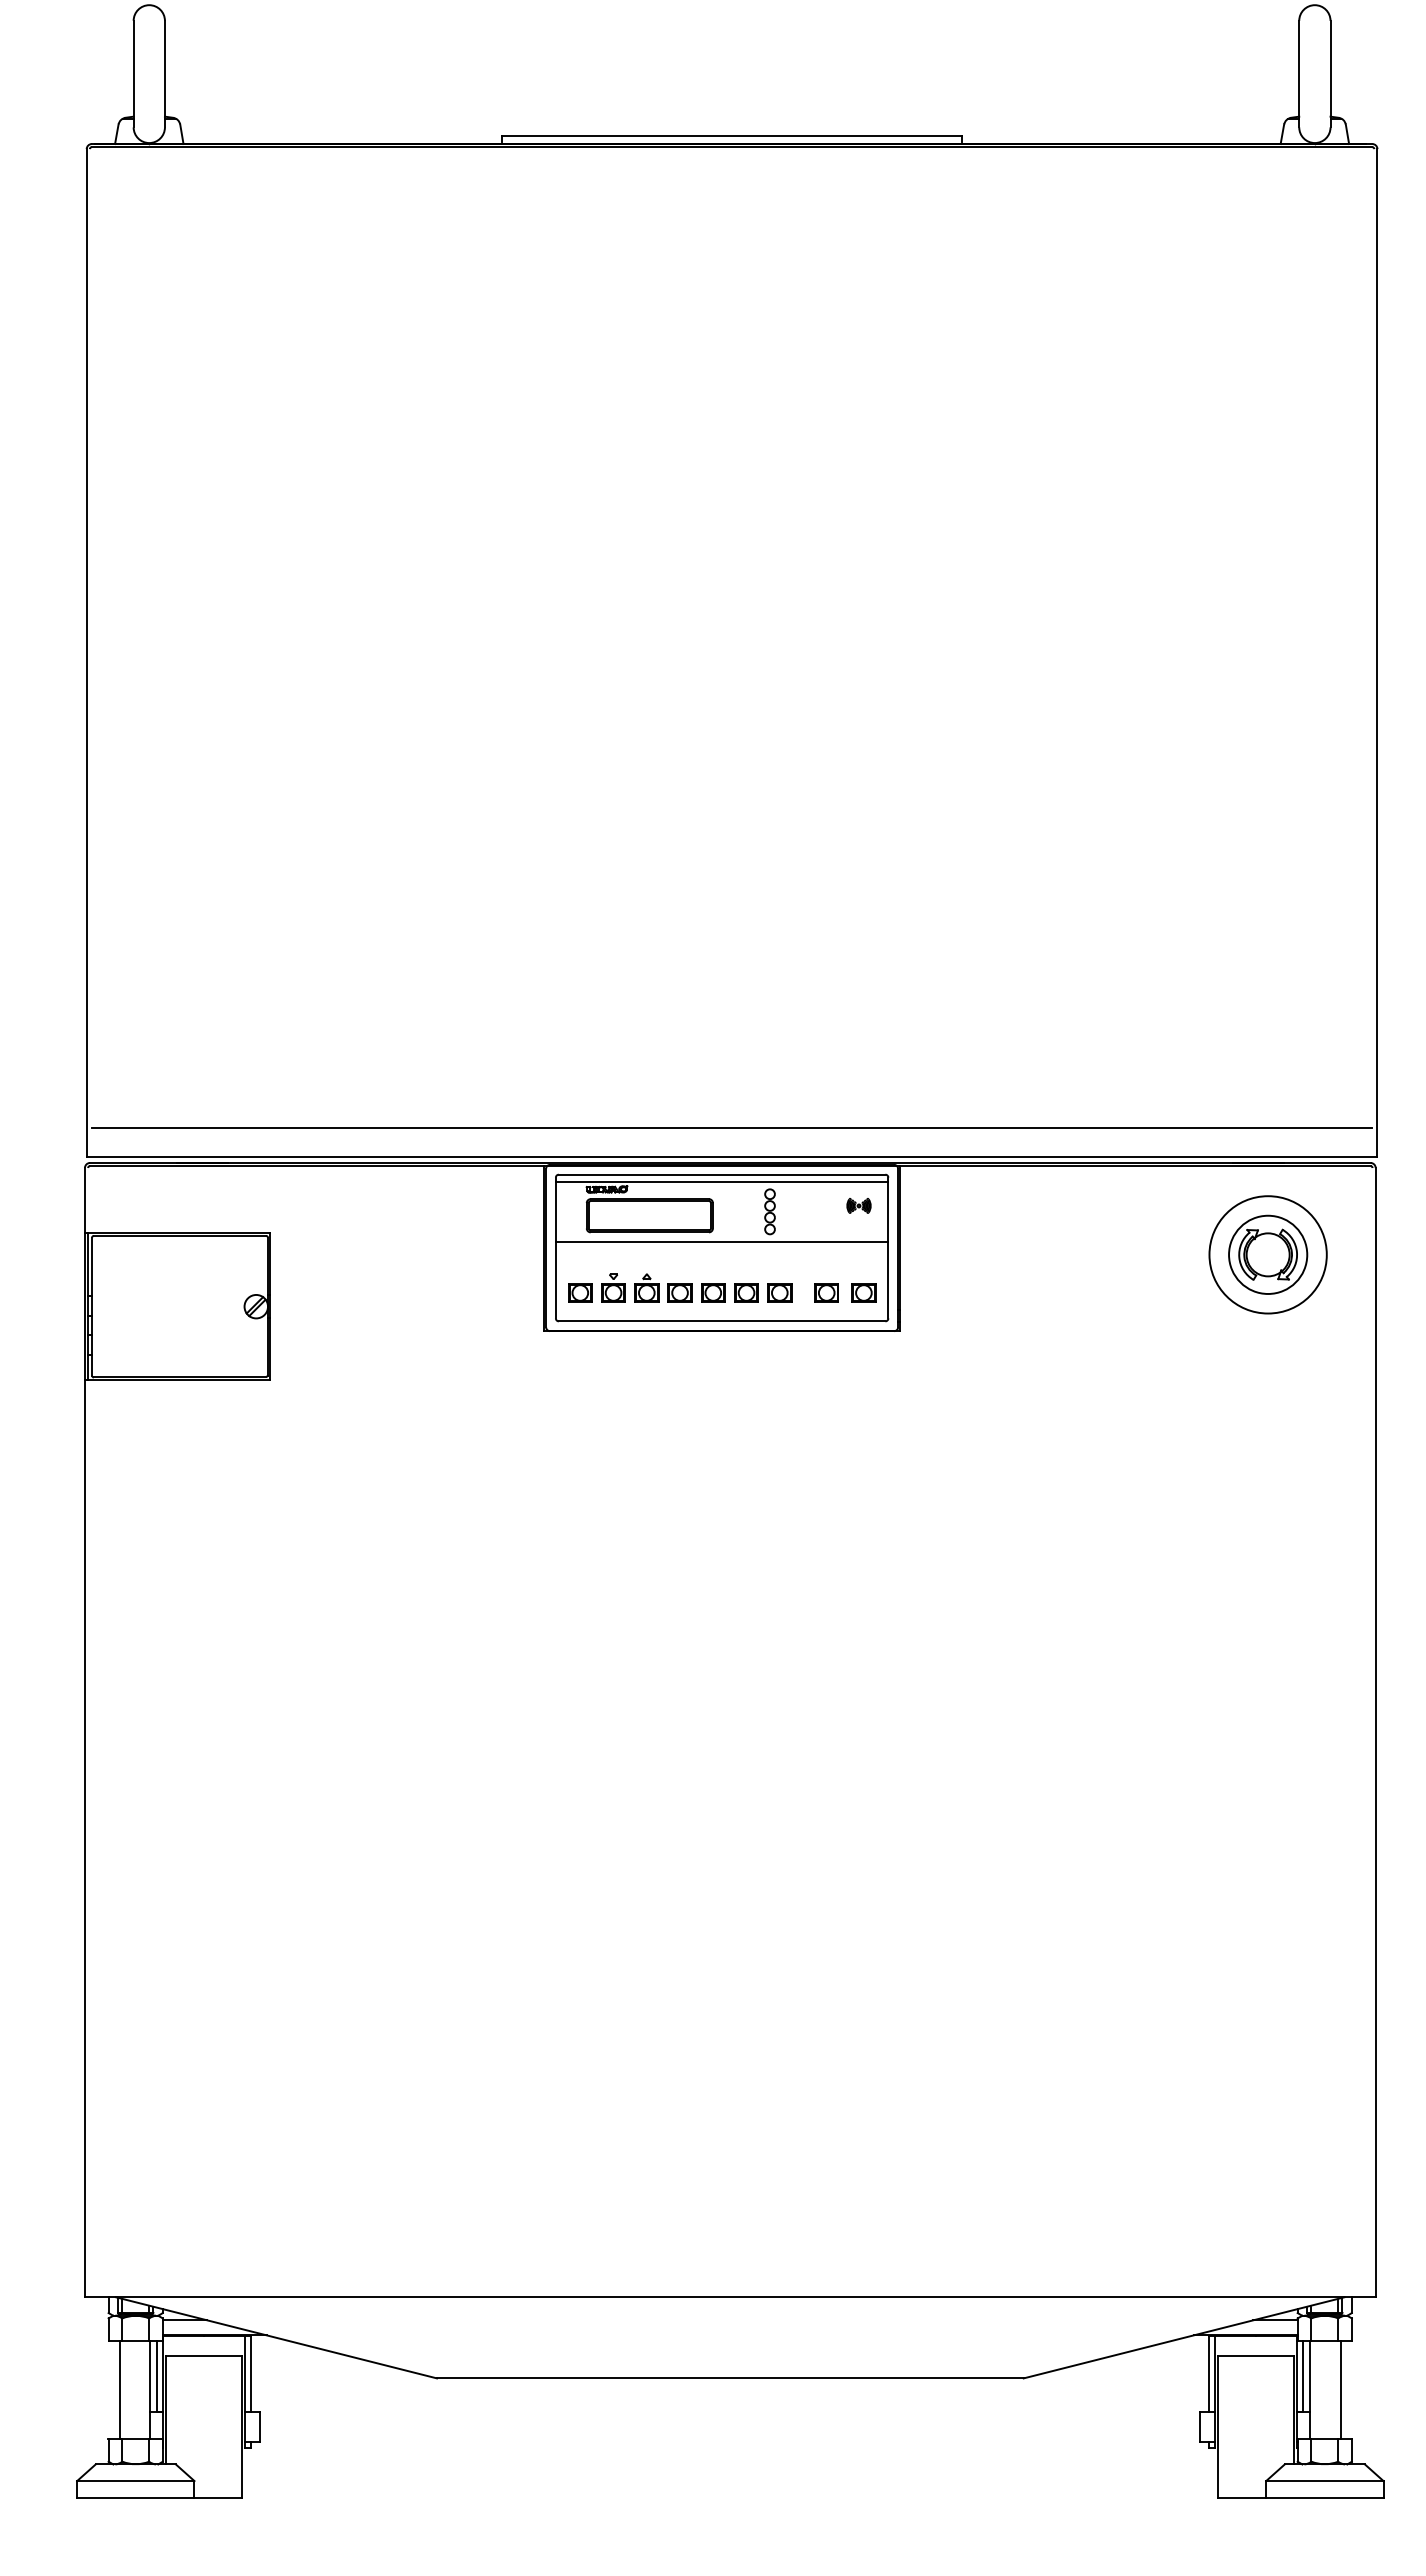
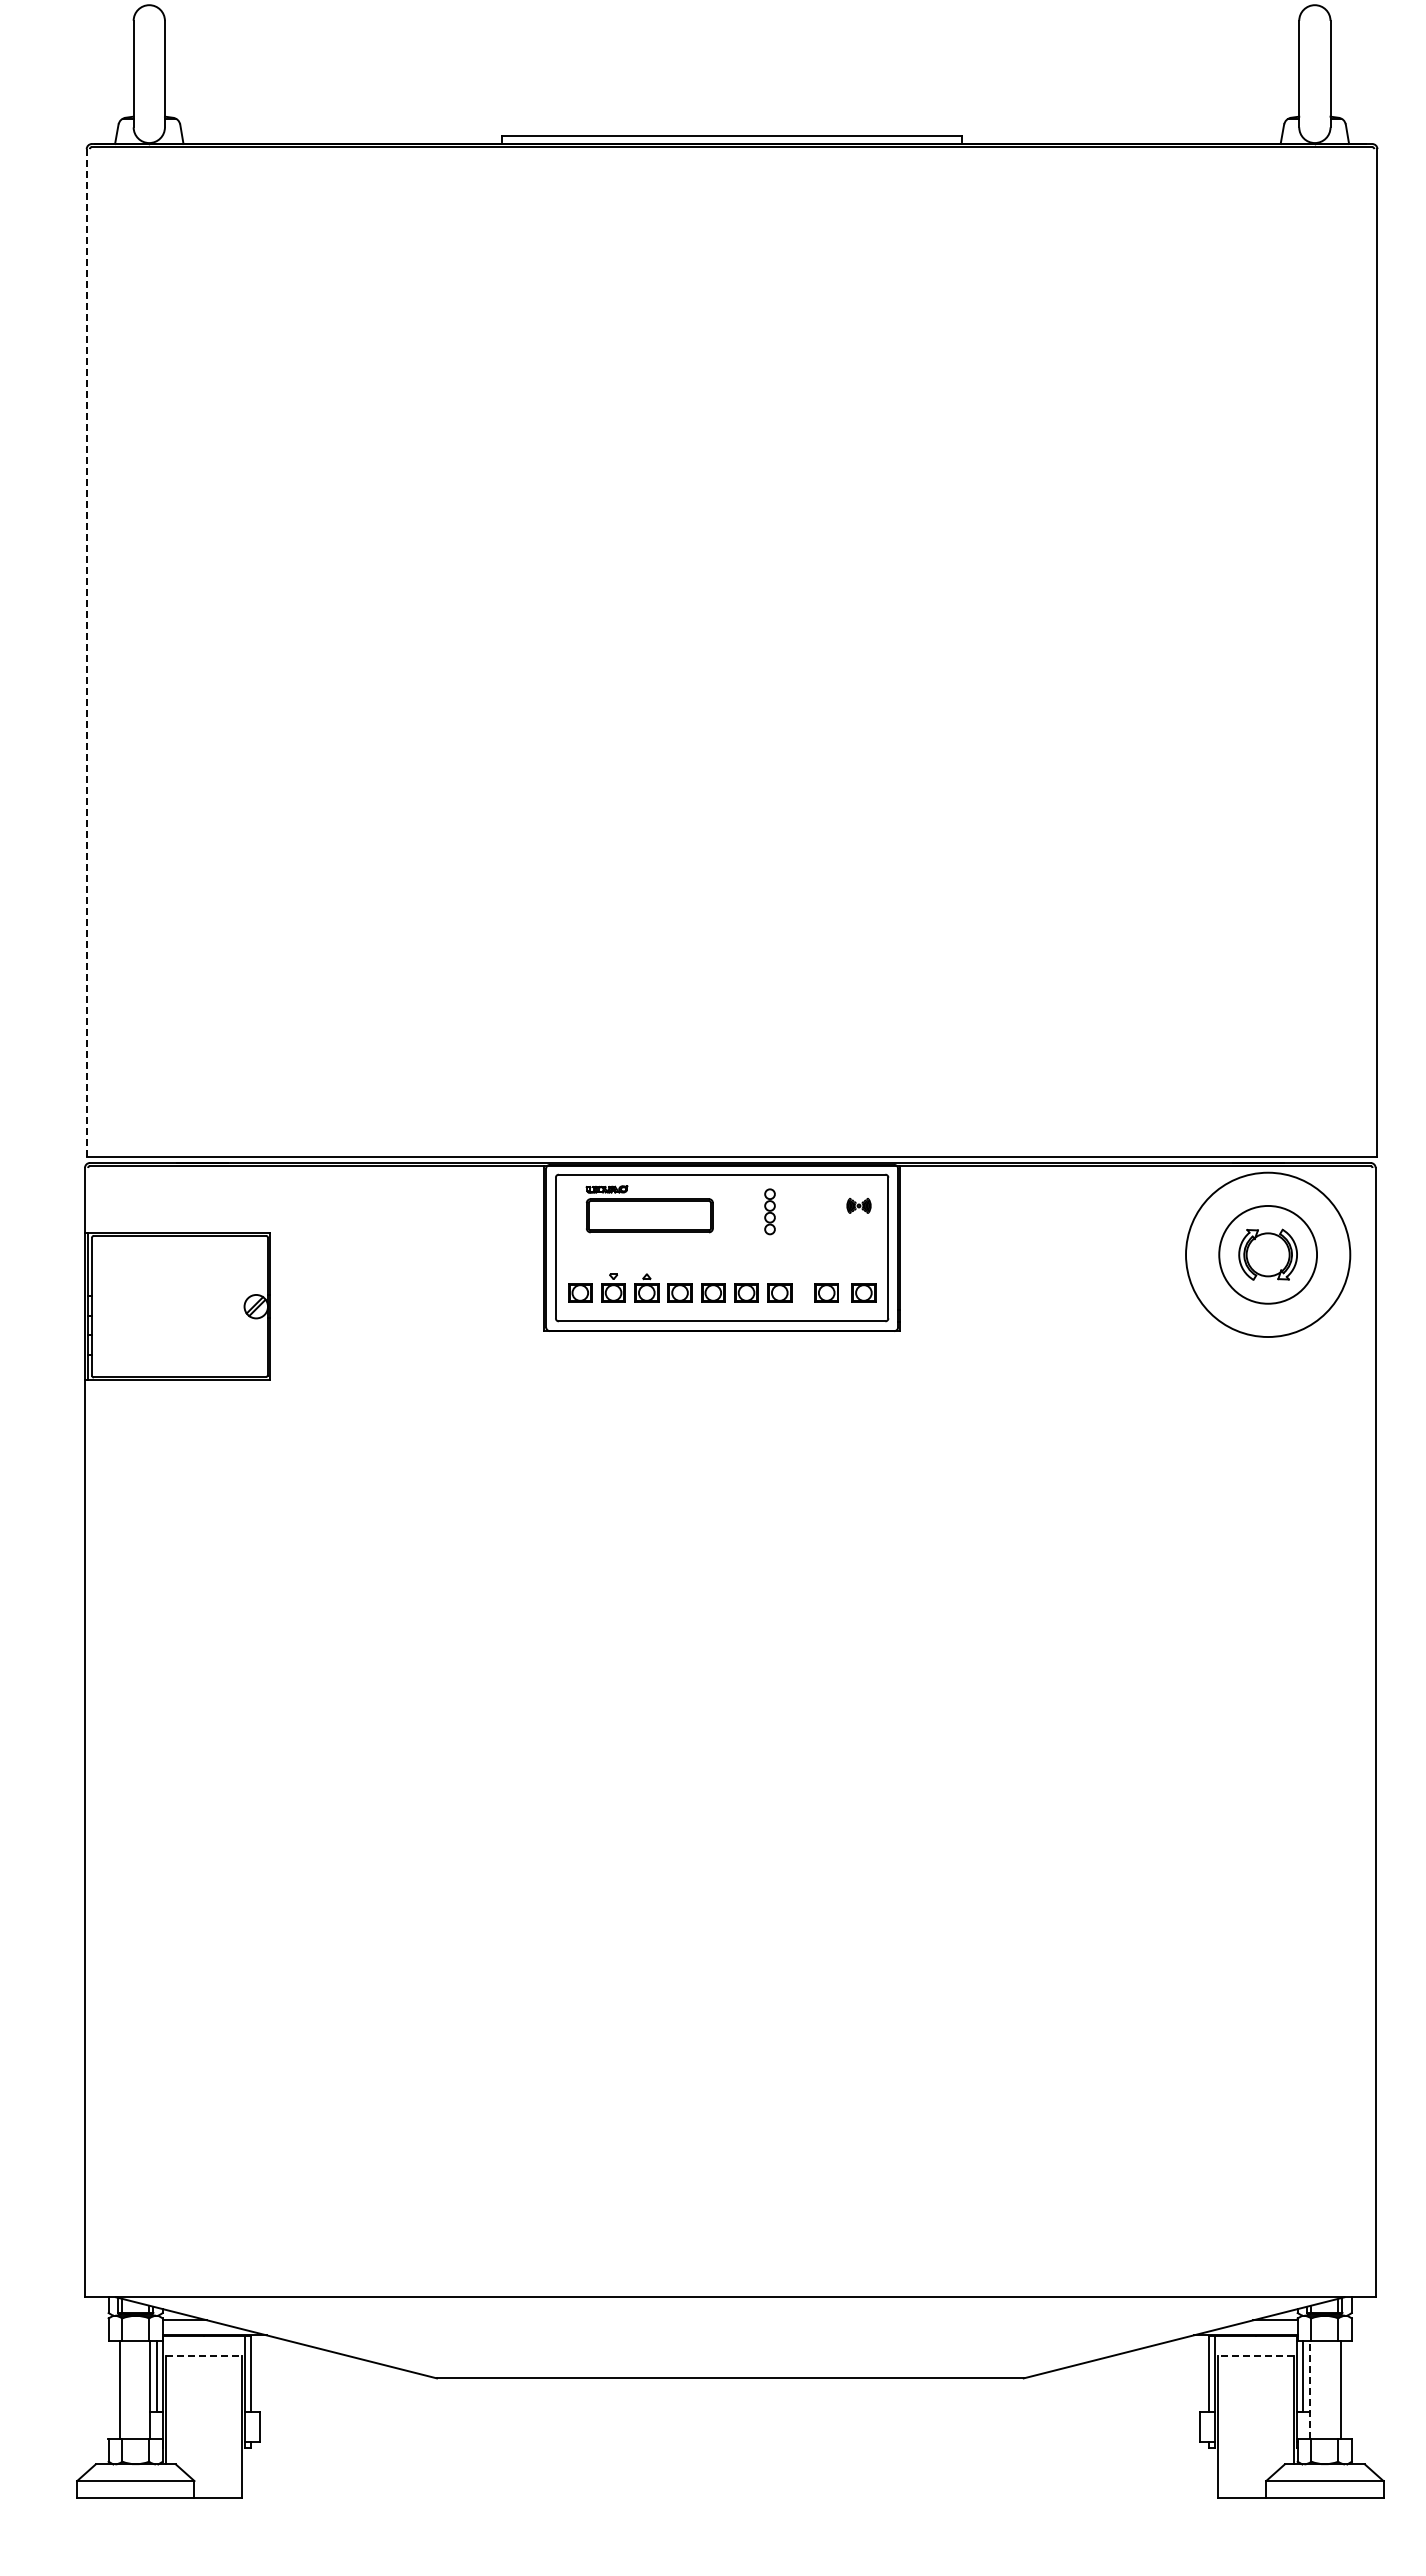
line at (86, 653): solid -> dashed
line at (731, 1127): present -> none
line at (721, 1181): present -> none
line at (721, 1242): present -> none
circle at (1267, 1254) diameter: 117 px -> 164 px
circle at (1268, 1254) diameter: 78 px -> 98 px
line at (204, 2356): solid -> dashed
line at (1256, 2356): solid -> dashed
line at (1310, 2390): solid -> dashed
